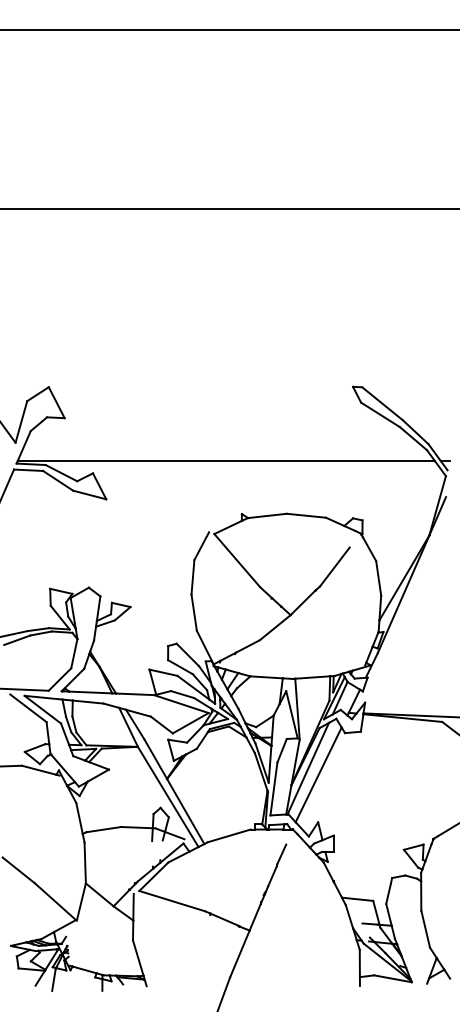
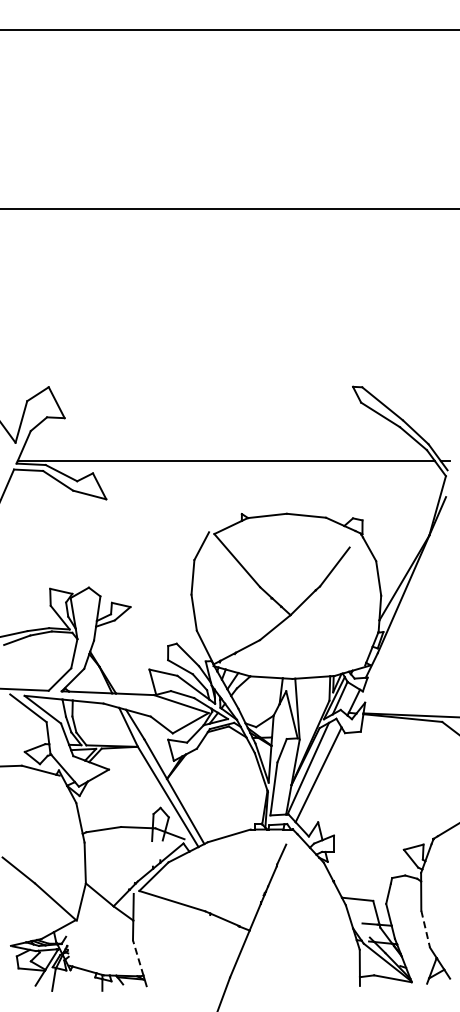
line at (425, 929): solid -> dashed
line at (138, 957): solid -> dashed
